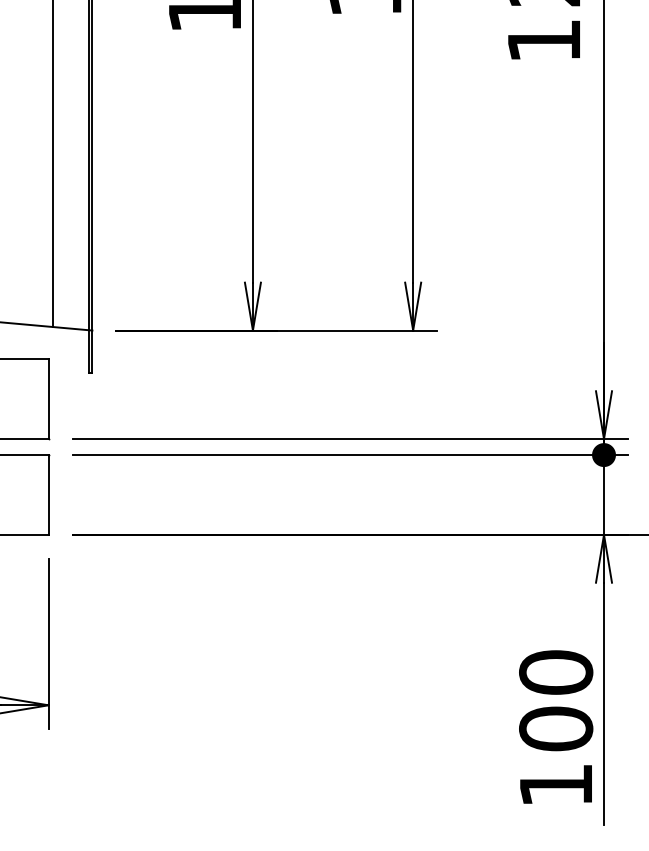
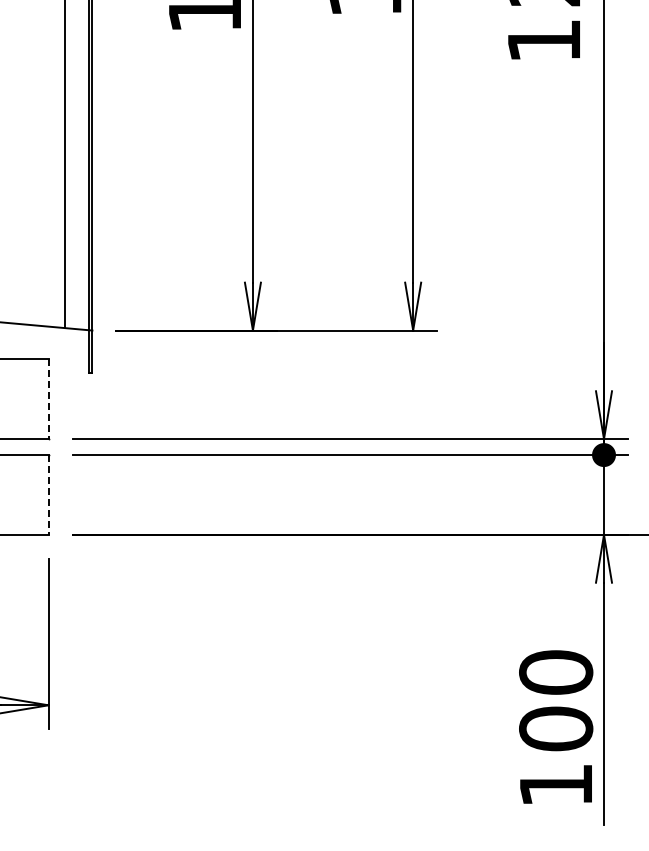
line at (52, 164) position: (52, 164) -> (64, 164)
line at (48, 399): solid -> dashed
line at (48, 494): solid -> dashed
